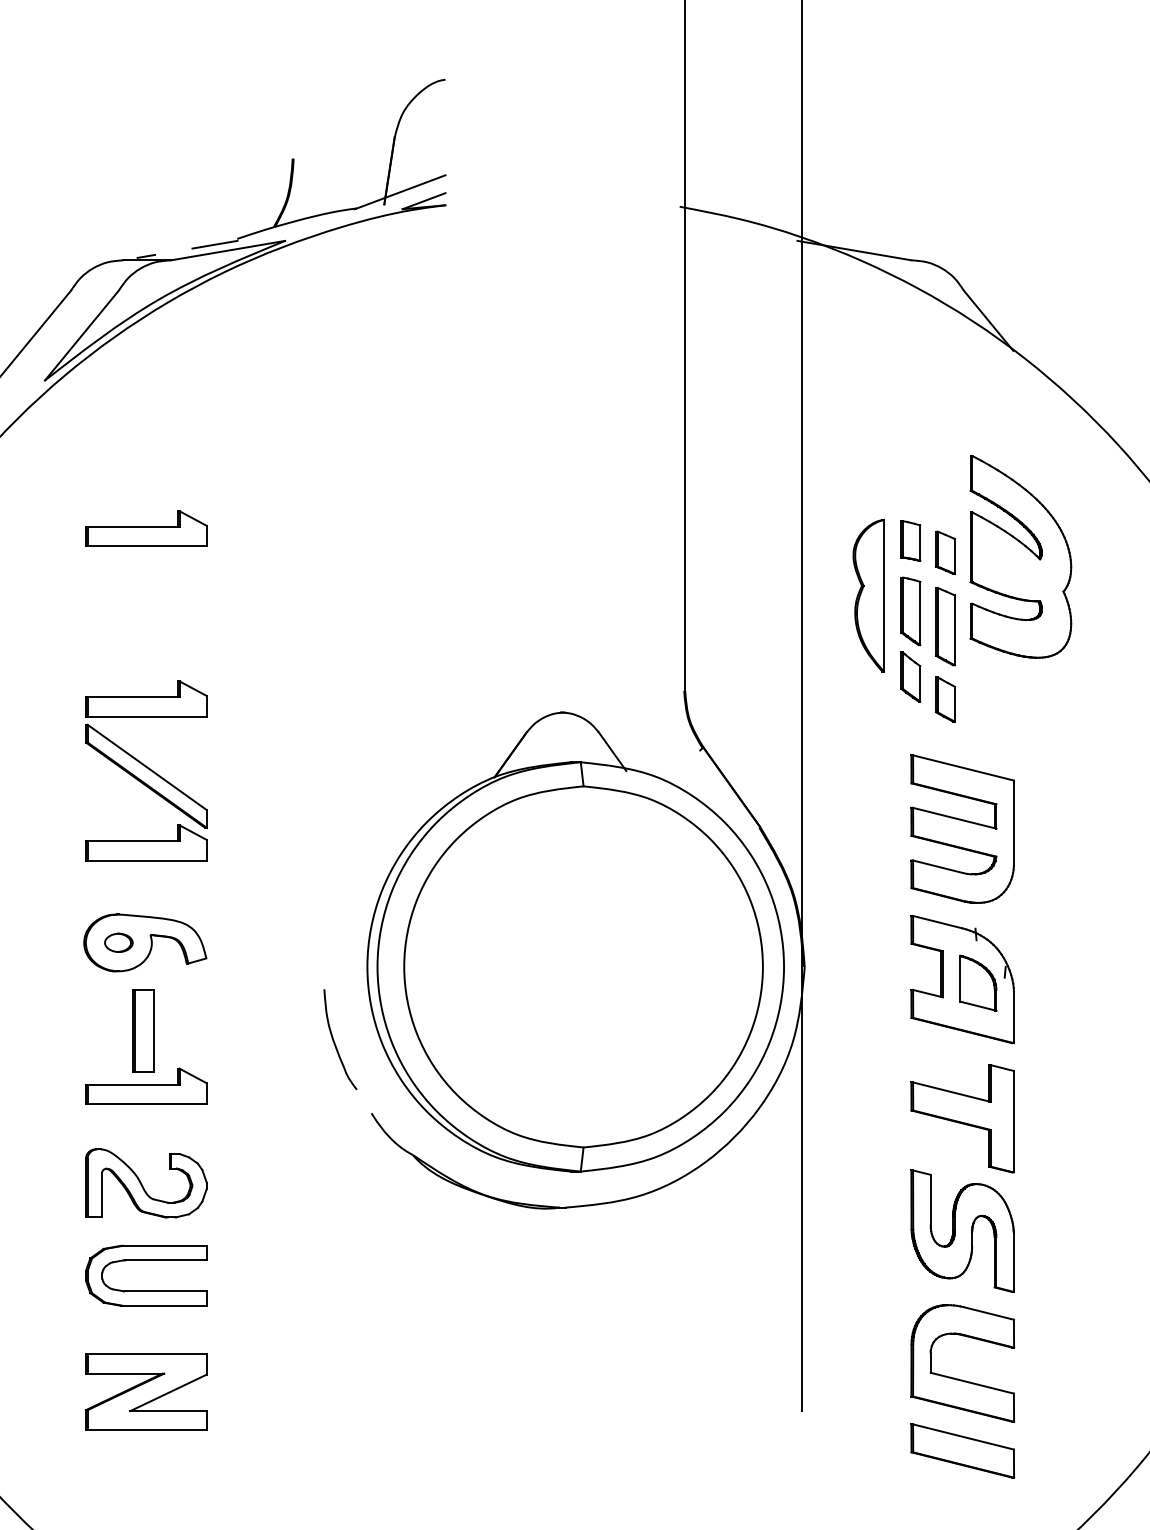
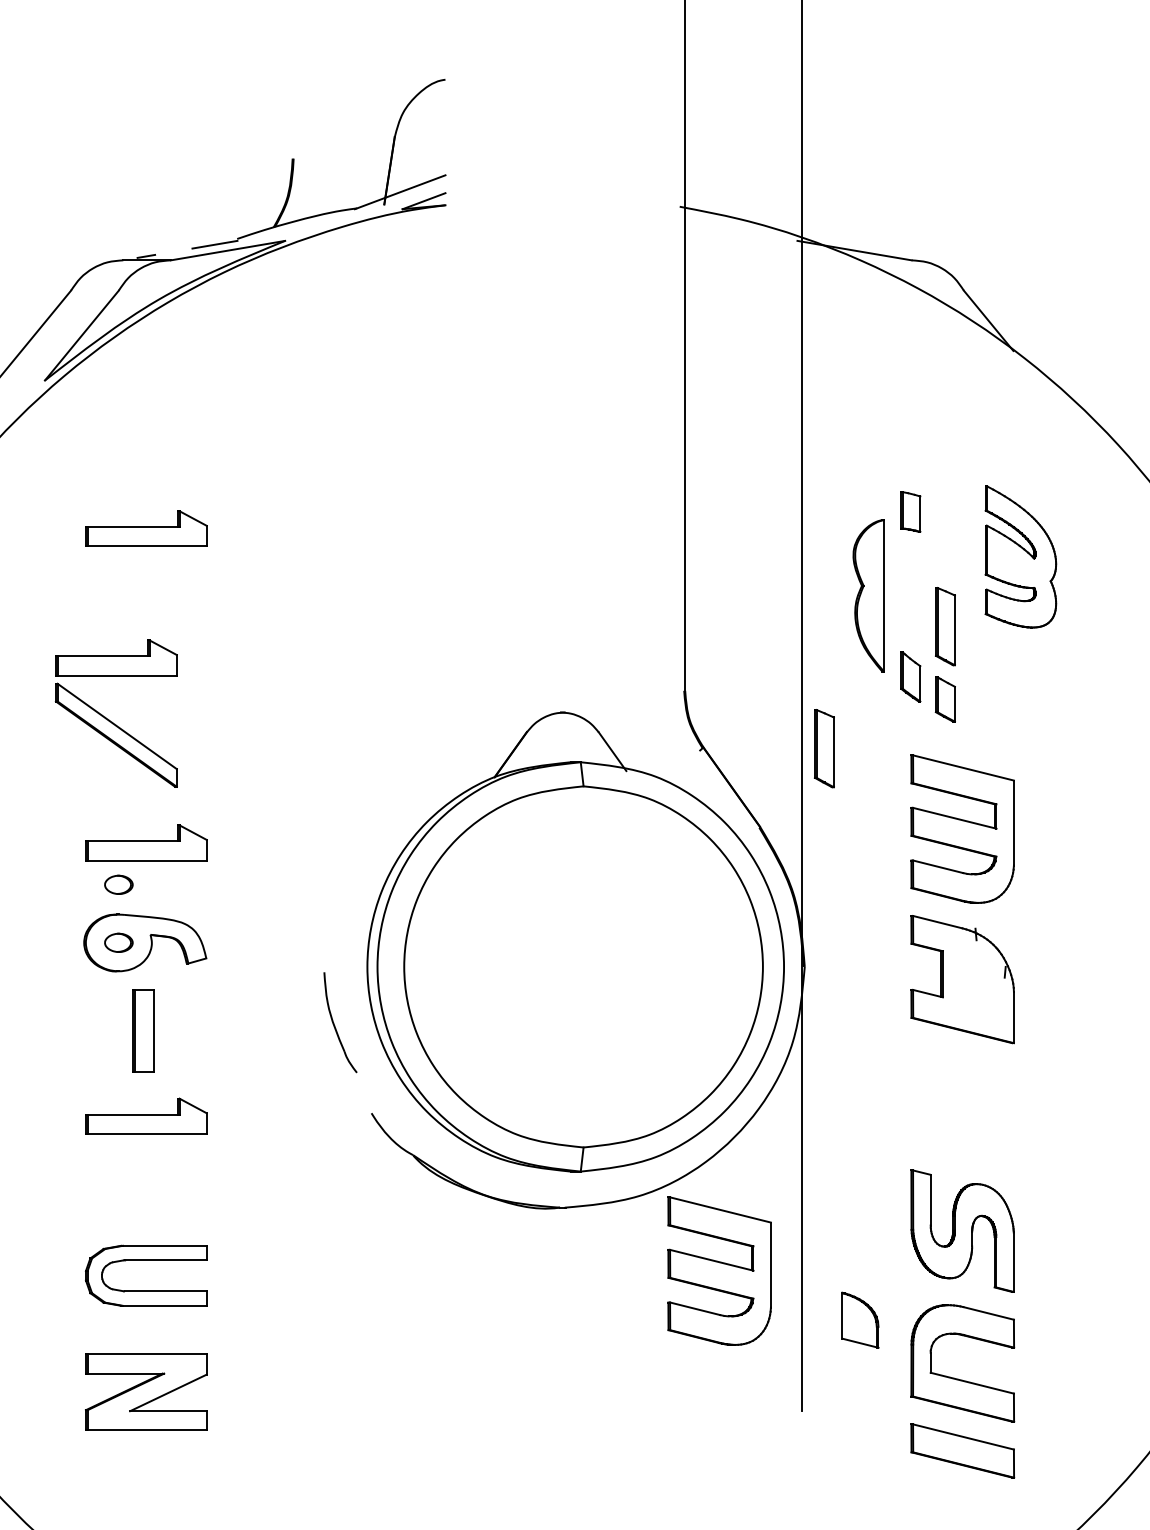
part at (910, 540) position: (910, 540) -> (910, 511)
part at (945, 552): present -> none
part at (1020, 556) size: 104x204 px -> 74x144 px
part at (910, 611): present -> none
part at (824, 748): none -> present
part at (139, 760) position: (139, 760) -> (109, 719)
part at (118, 884): none -> present
part at (978, 982) position: (978, 982) -> (860, 1319)
part at (340, 1039) position: (340, 1039) -> (340, 1022)
part at (146, 1085) position: (146, 1085) -> (146, 1115)
part at (962, 1118): present -> none
part at (146, 1183): present -> none
part at (719, 1270): none -> present
